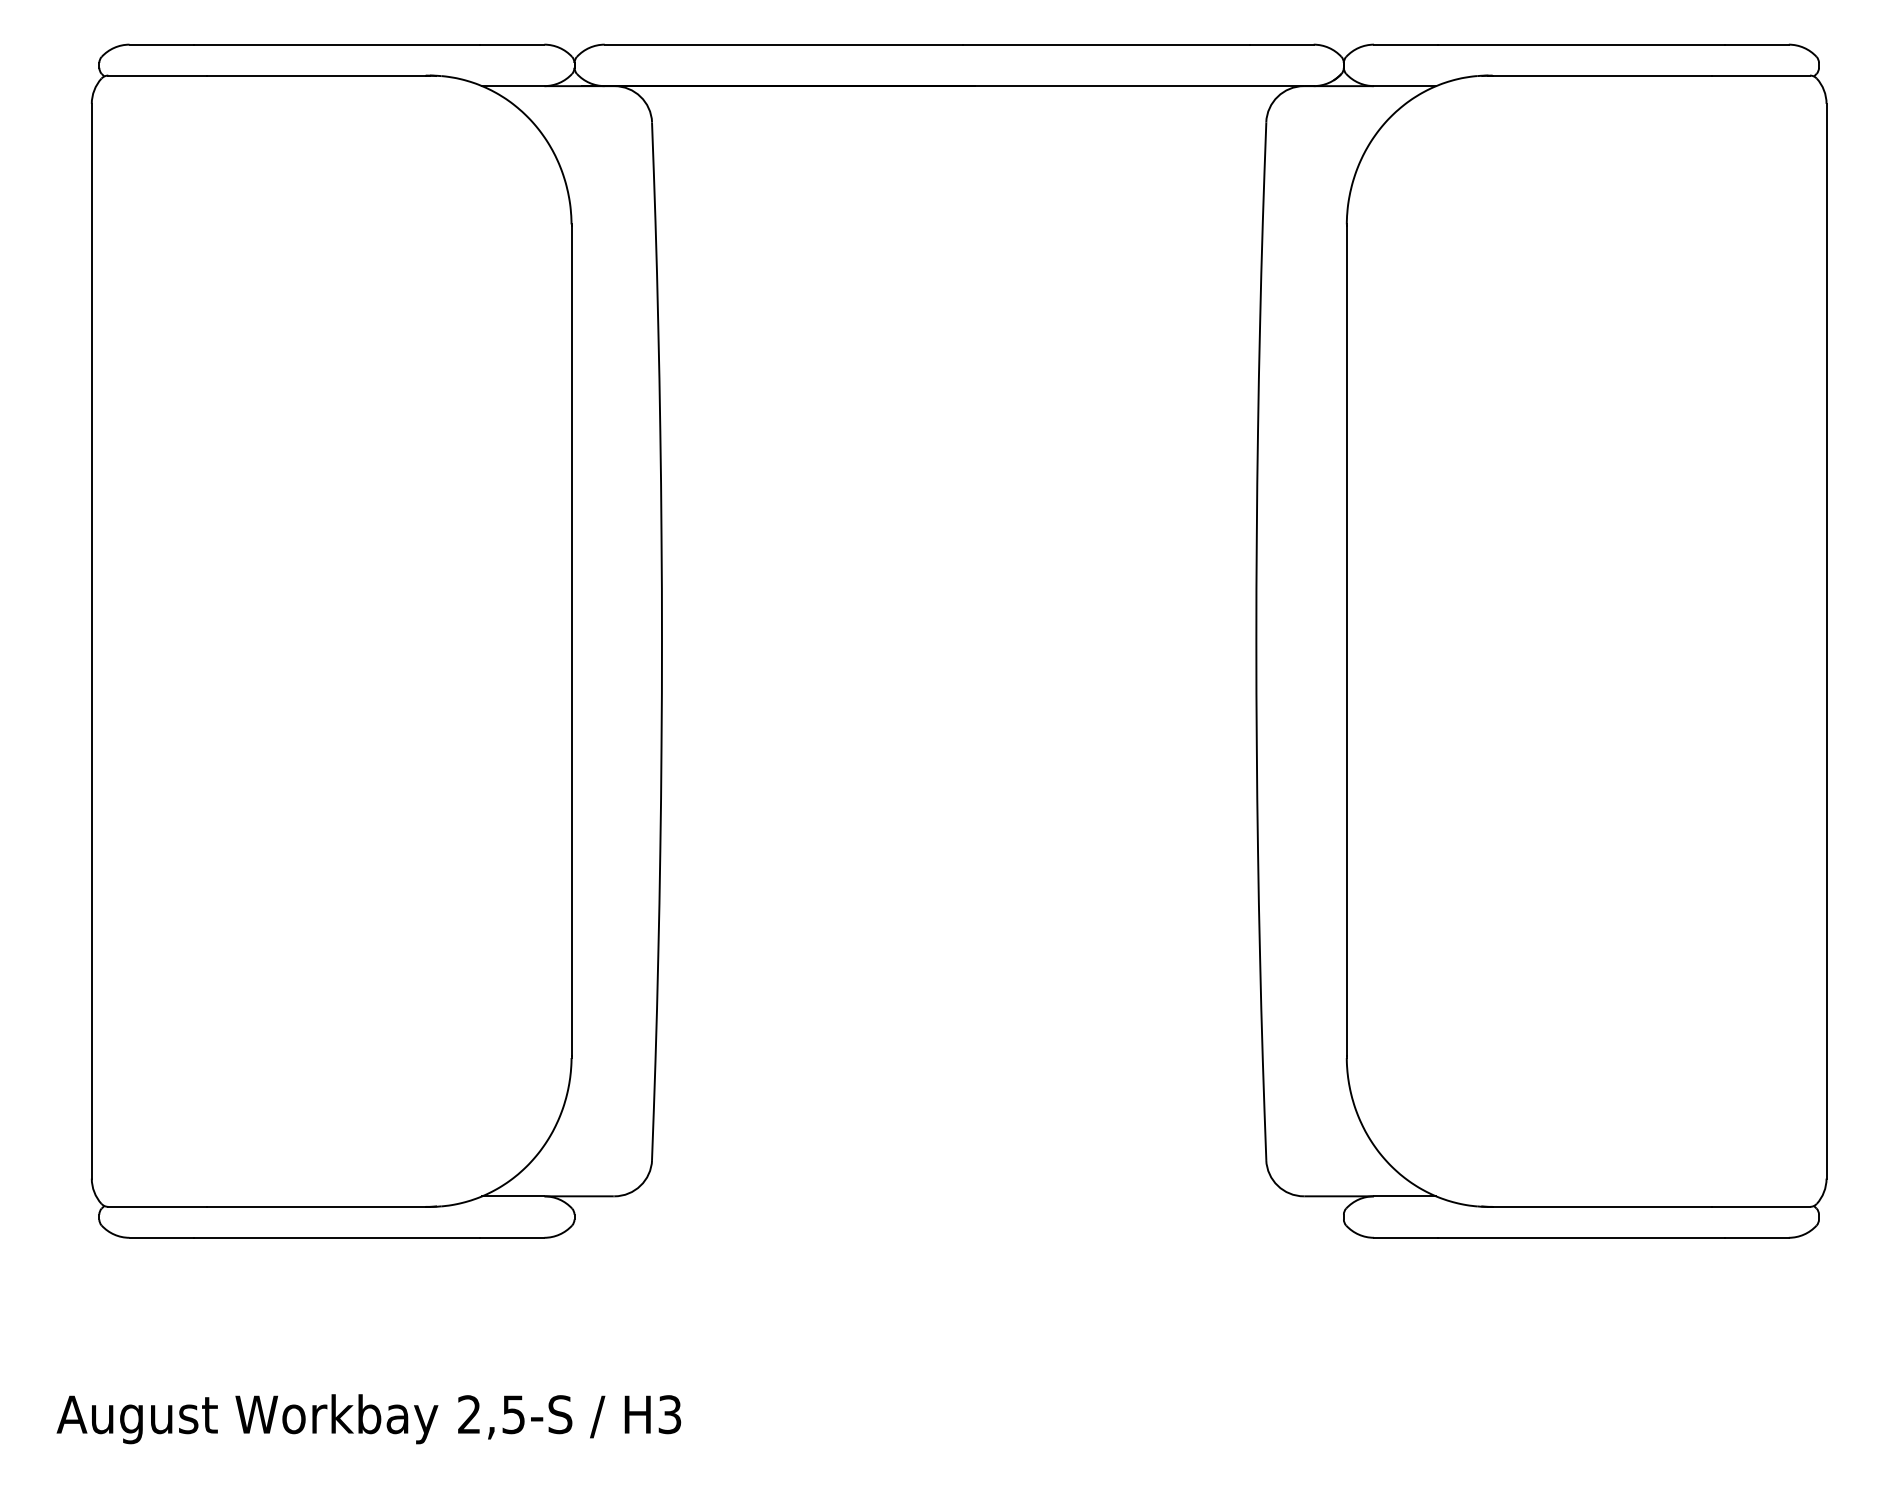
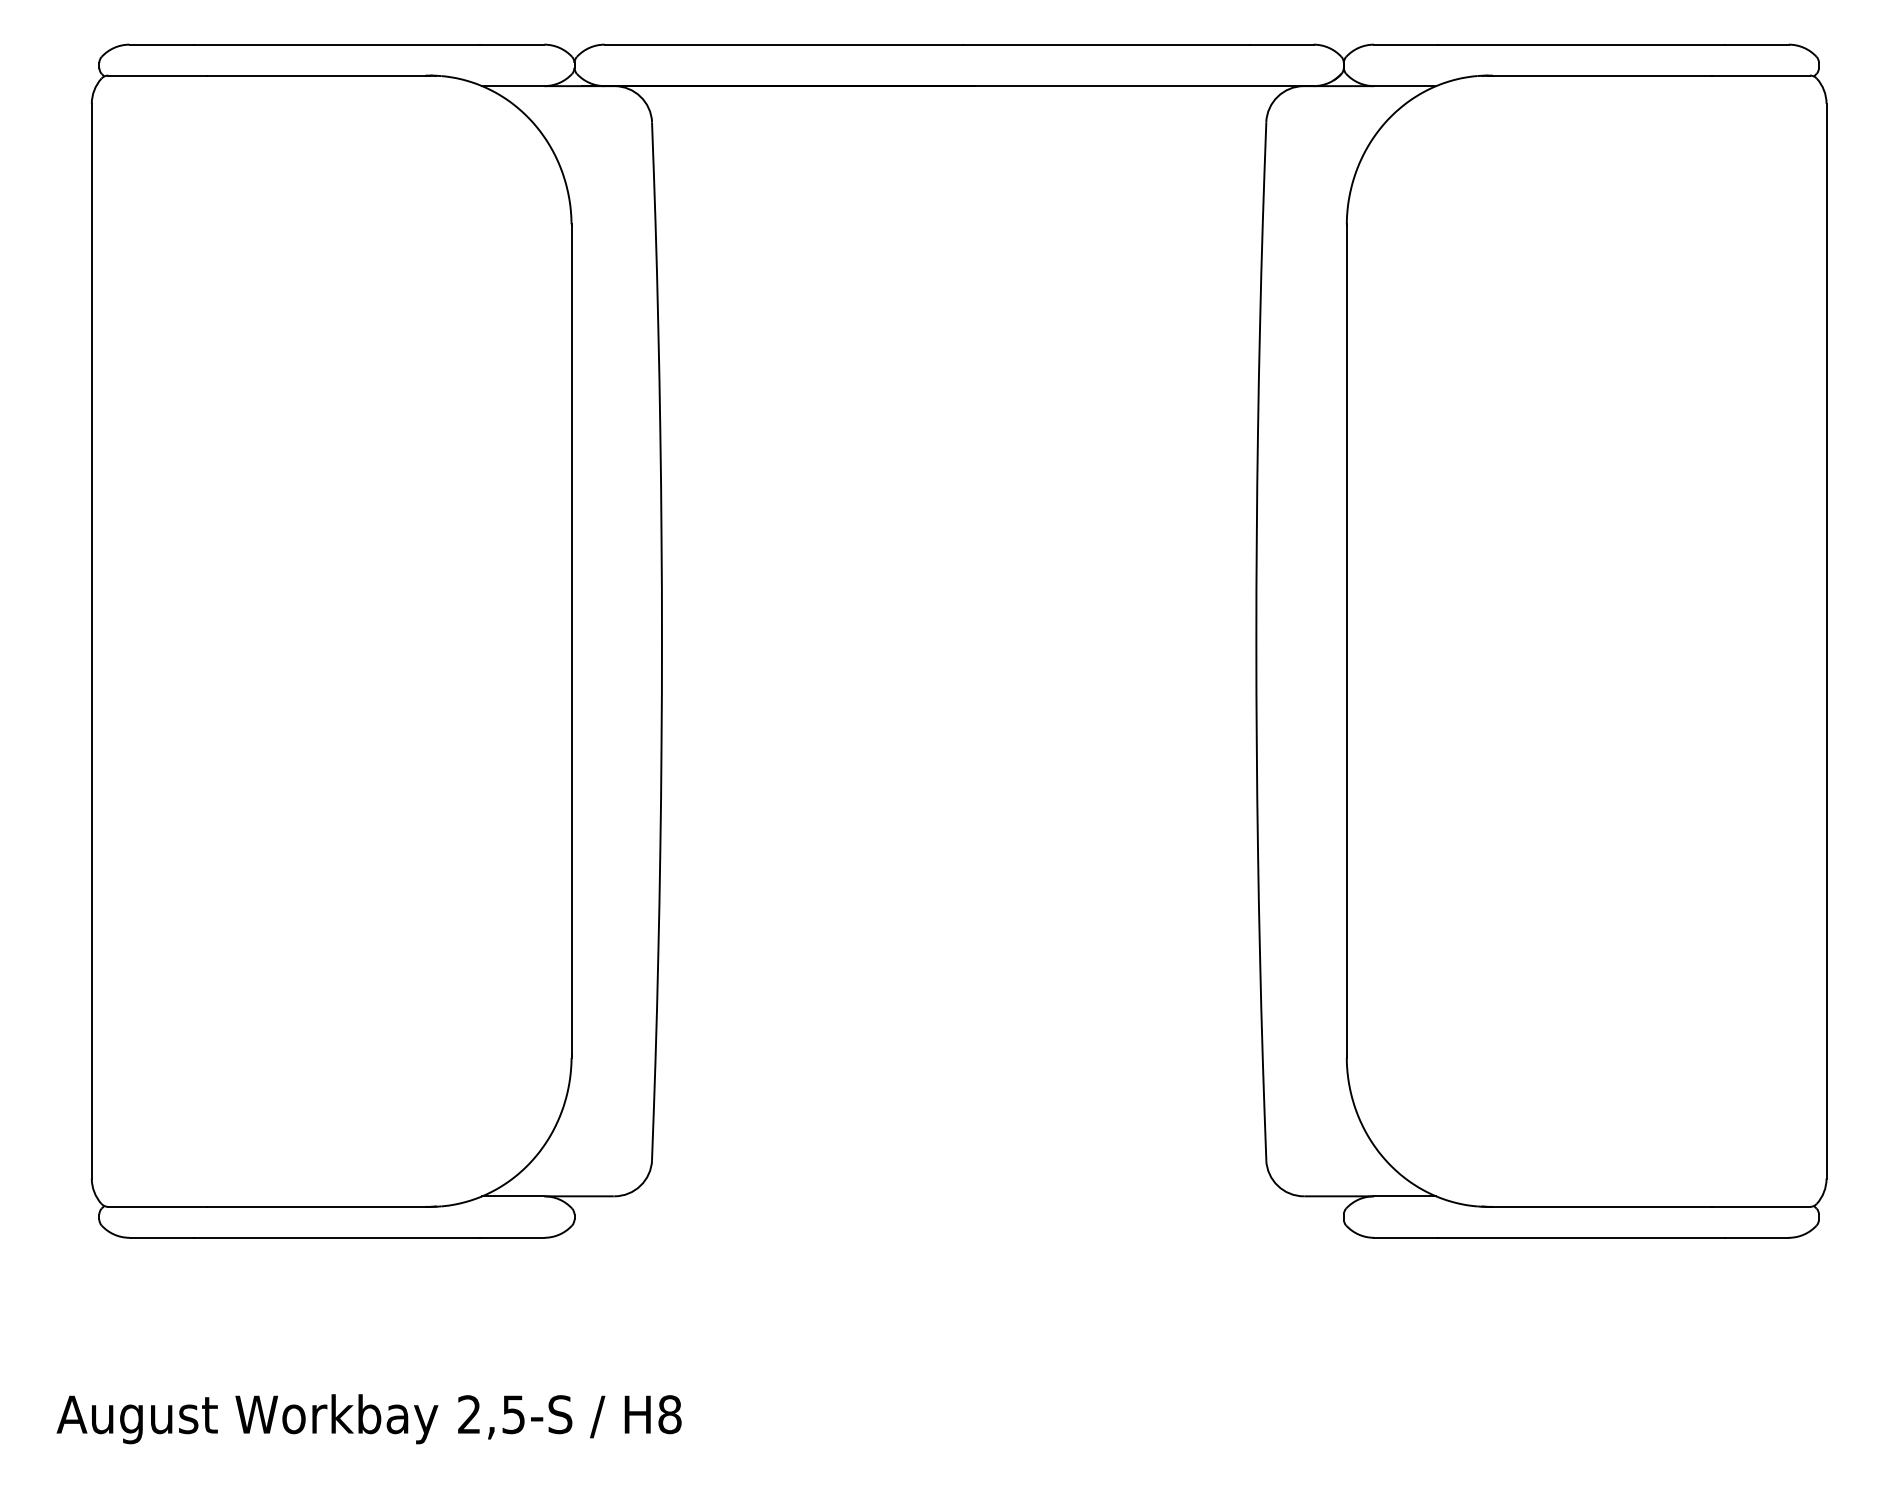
text at (669, 1414): H3 -> H8
